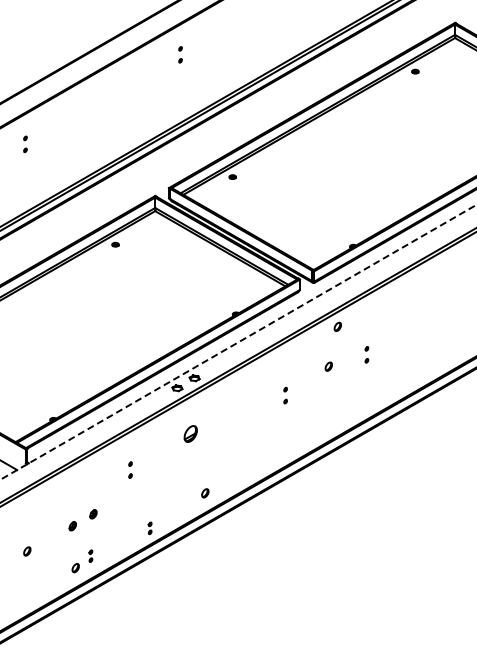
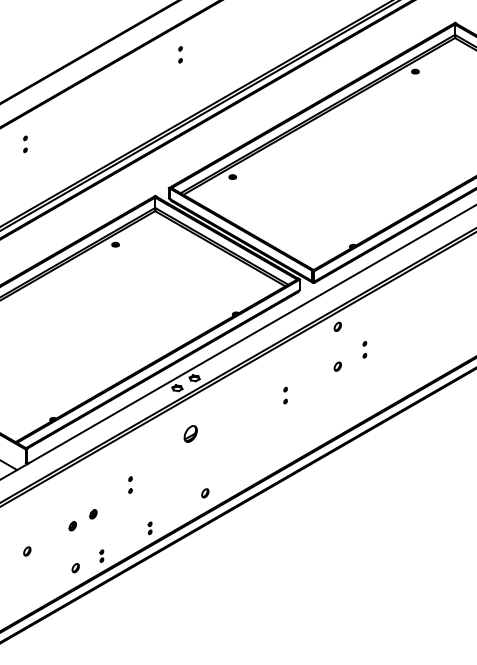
line at (238, 342): dashed -> solid
part at (366, 354) position: (366, 354) -> (364, 349)
part at (328, 366) position: (328, 366) -> (337, 366)
part at (130, 469) position: (130, 469) -> (130, 484)
part at (90, 555) position: (90, 555) -> (101, 555)
